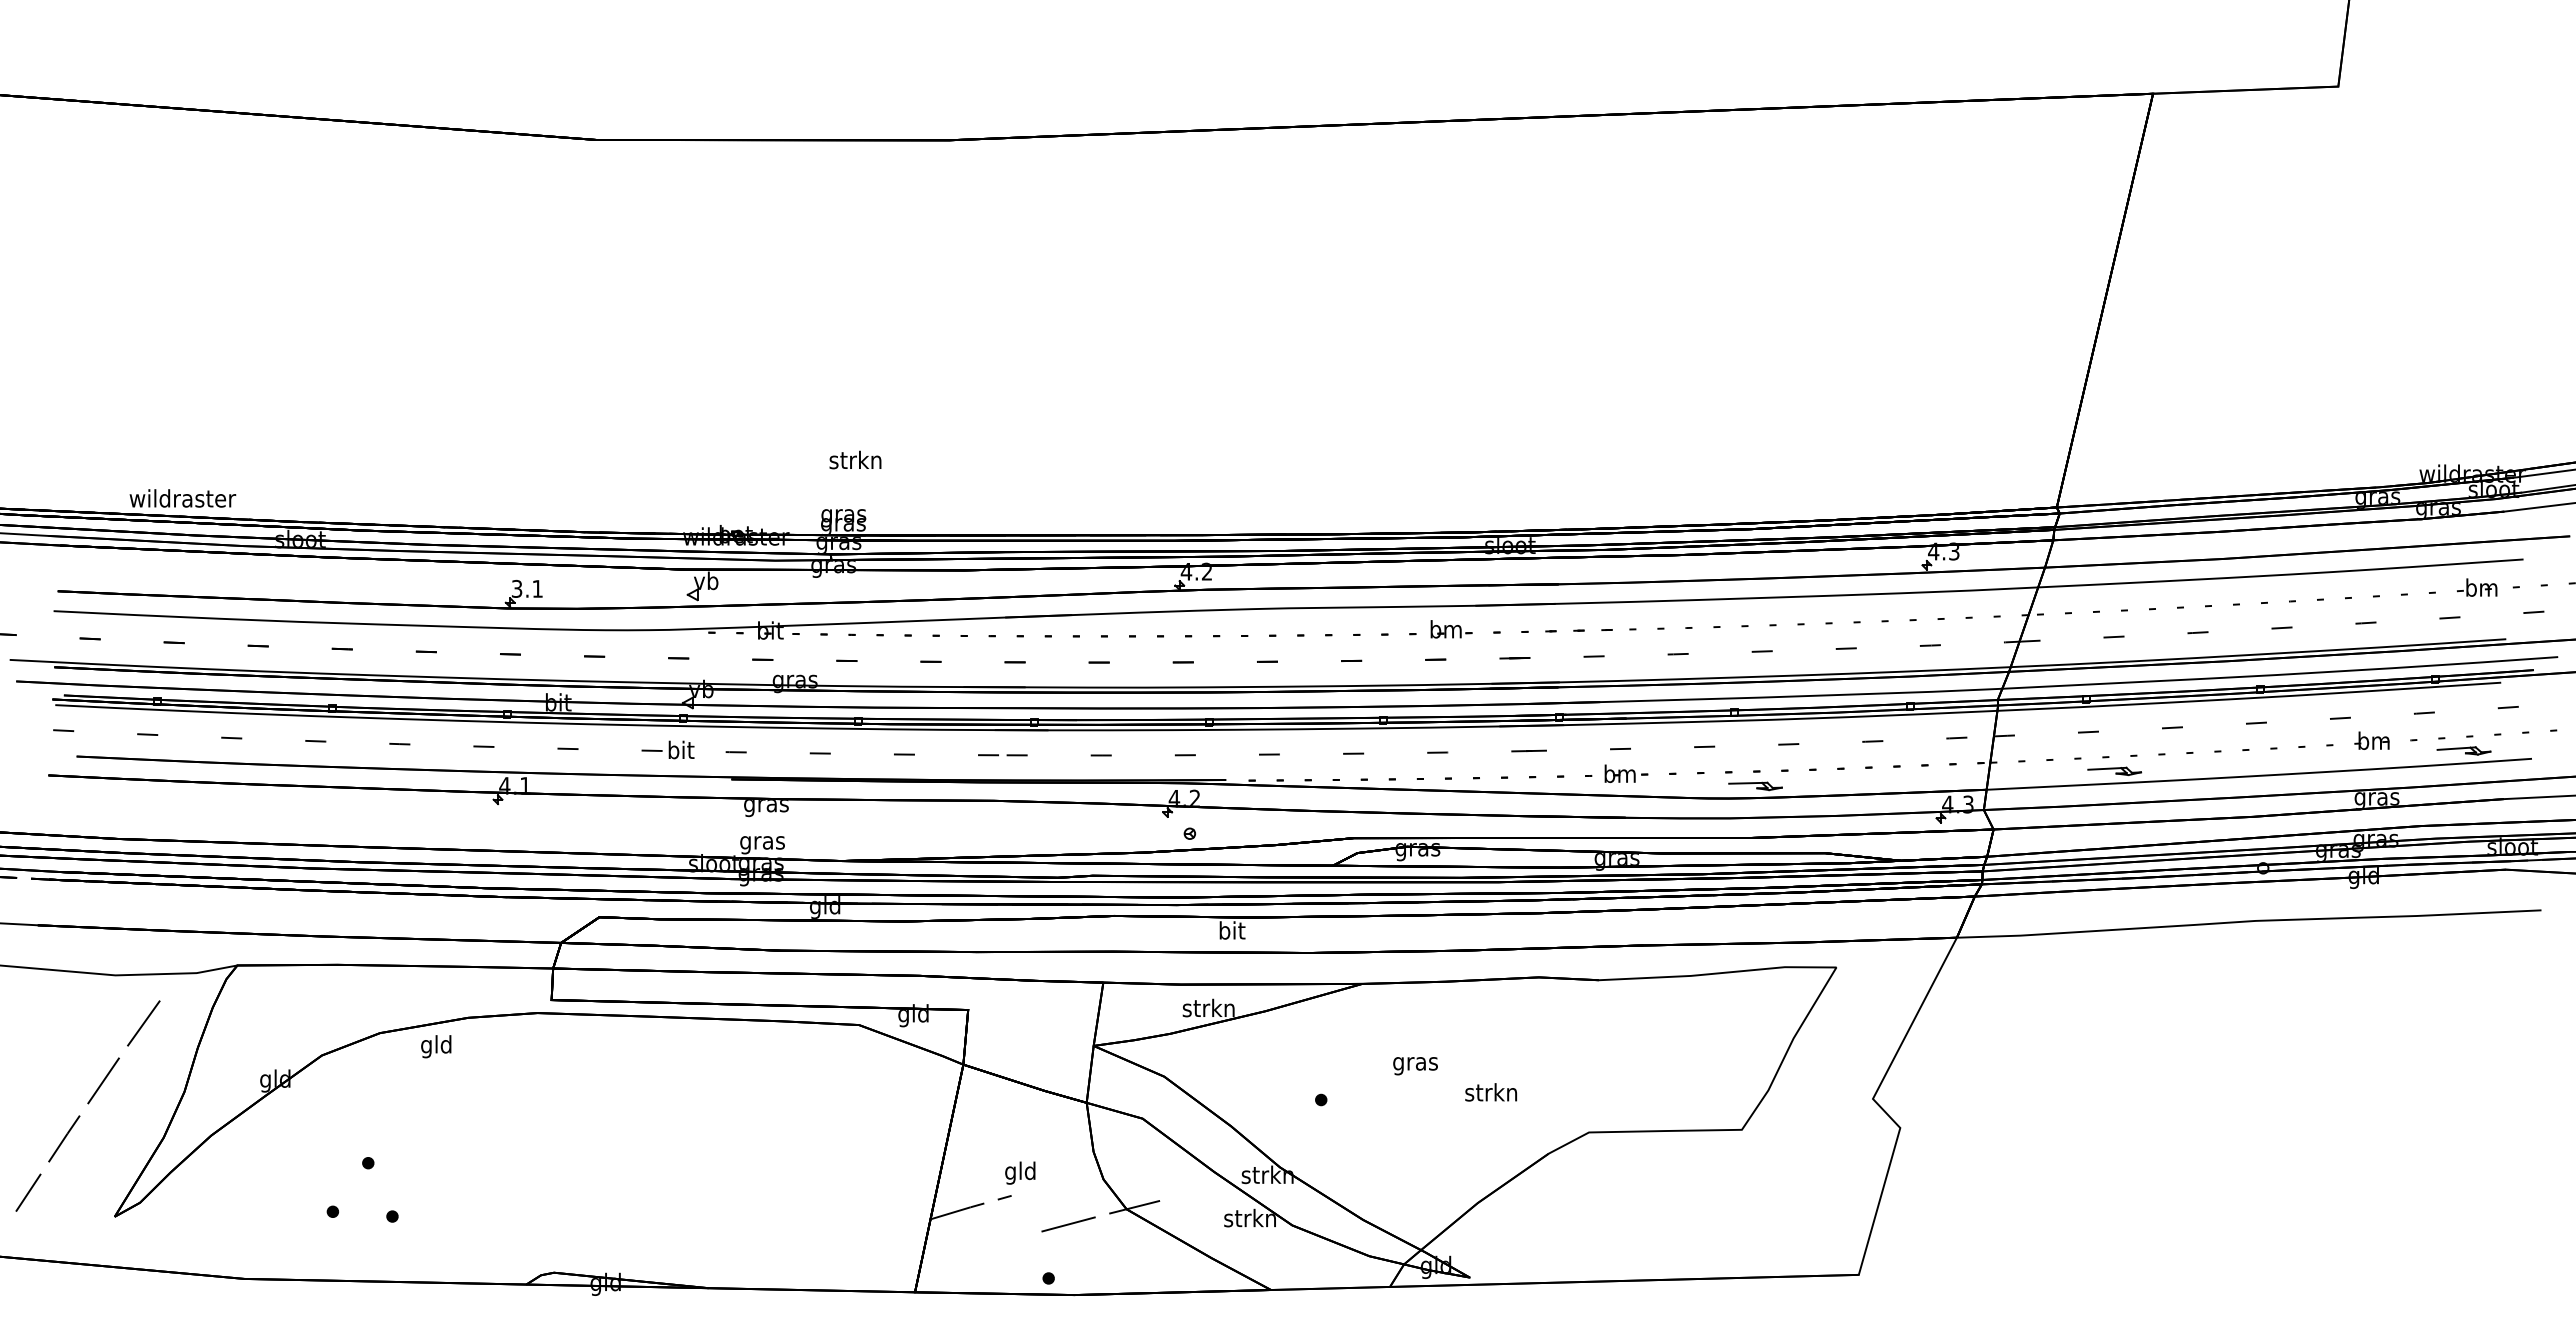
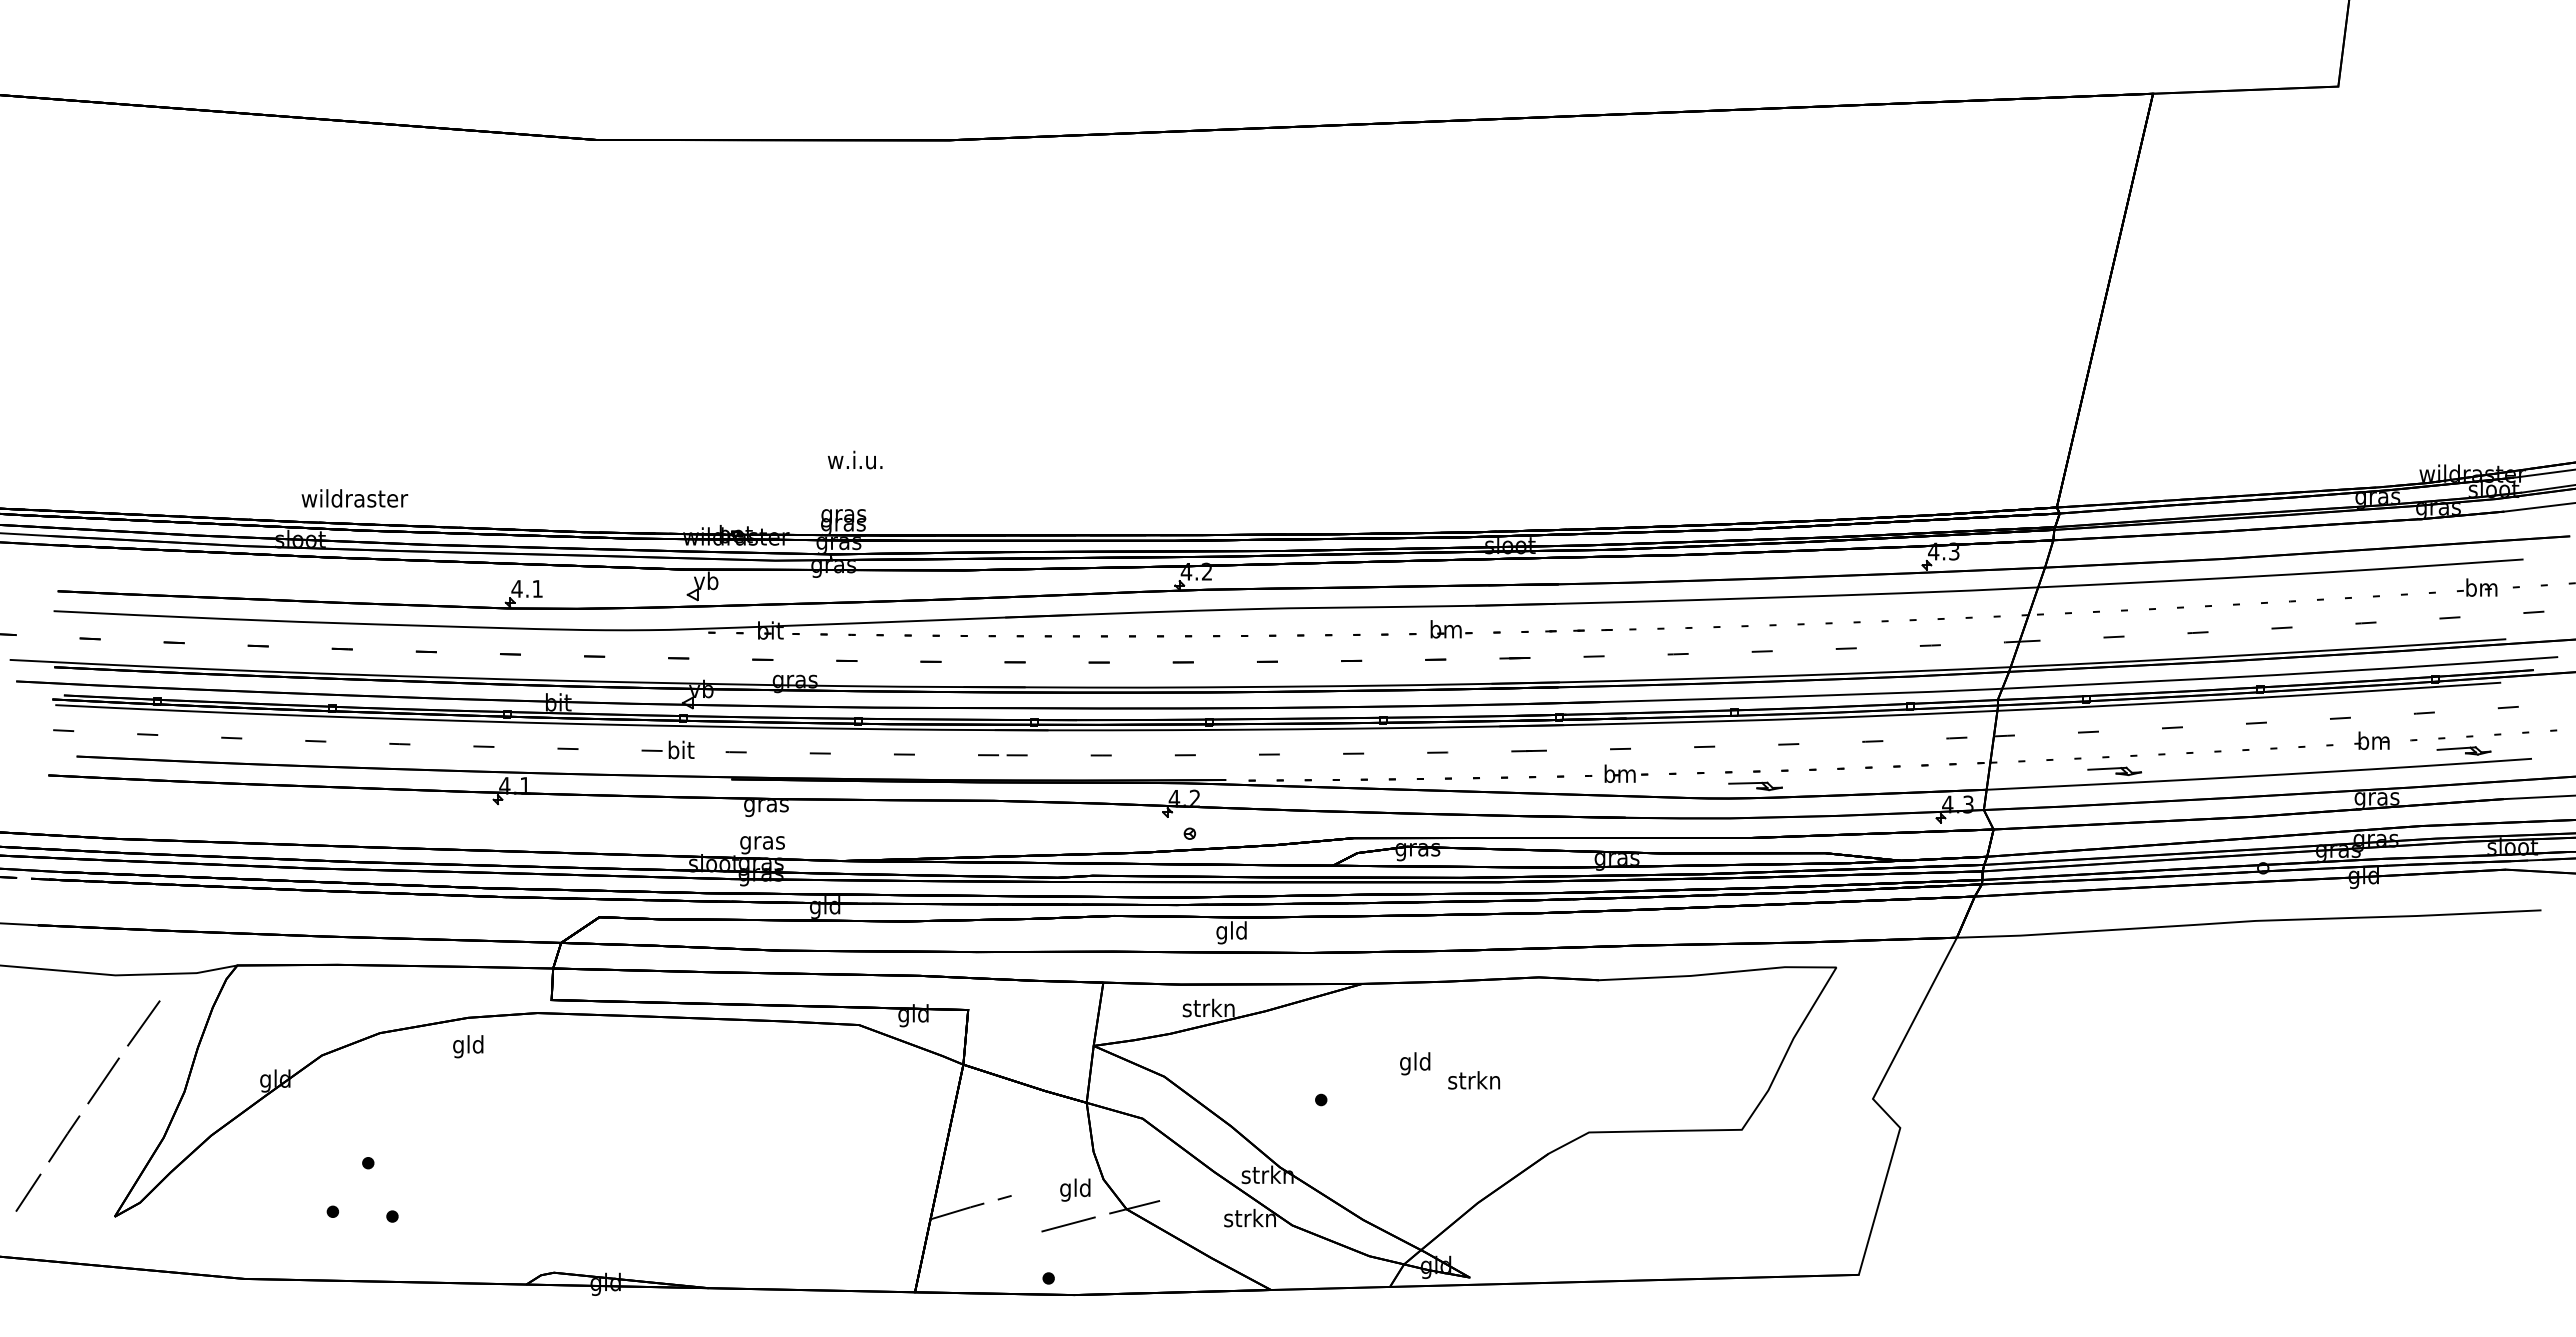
text at (854, 459): strkn -> w.i.u.
text at (182, 498) position: (182, 498) -> (354, 498)
text at (516, 588): 3.1 -> 4.1
text at (1231, 932): bit -> gld
text at (436, 1046) position: (436, 1046) -> (468, 1046)
text at (1415, 1063): gras -> gld
text at (1490, 1092) position: (1490, 1092) -> (1473, 1080)
text at (1020, 1172) position: (1020, 1172) -> (1075, 1189)
